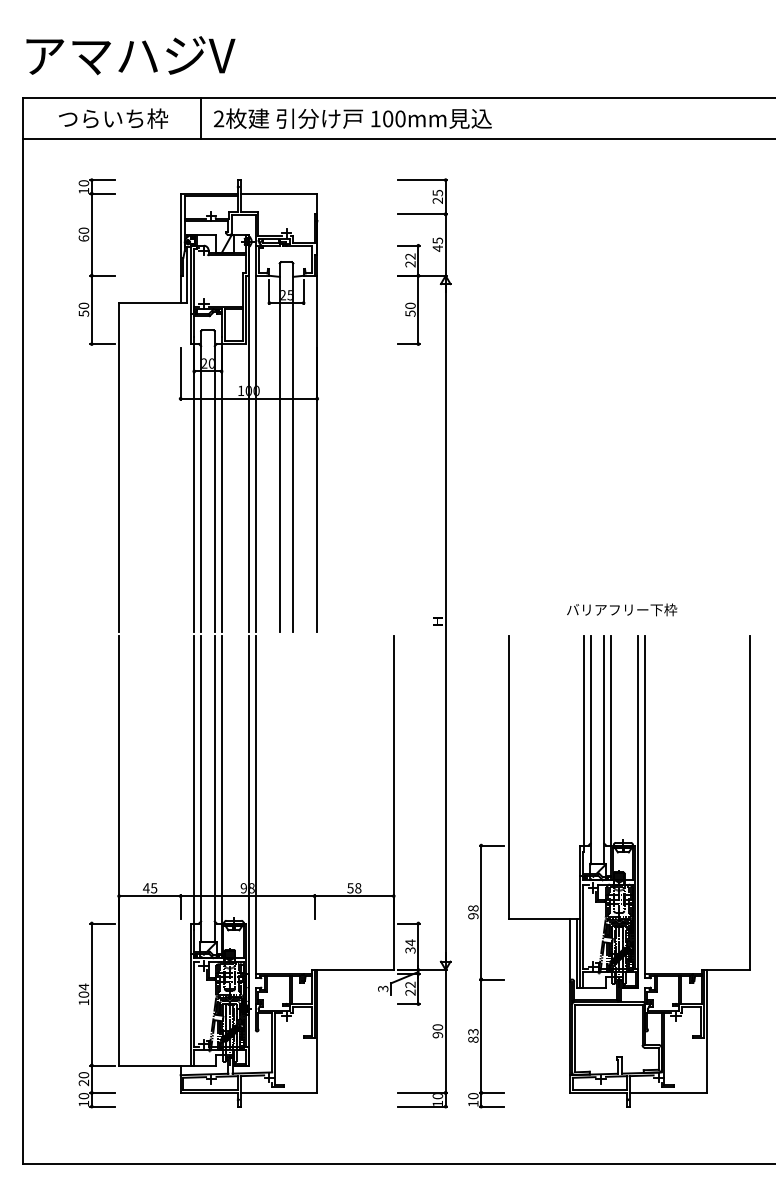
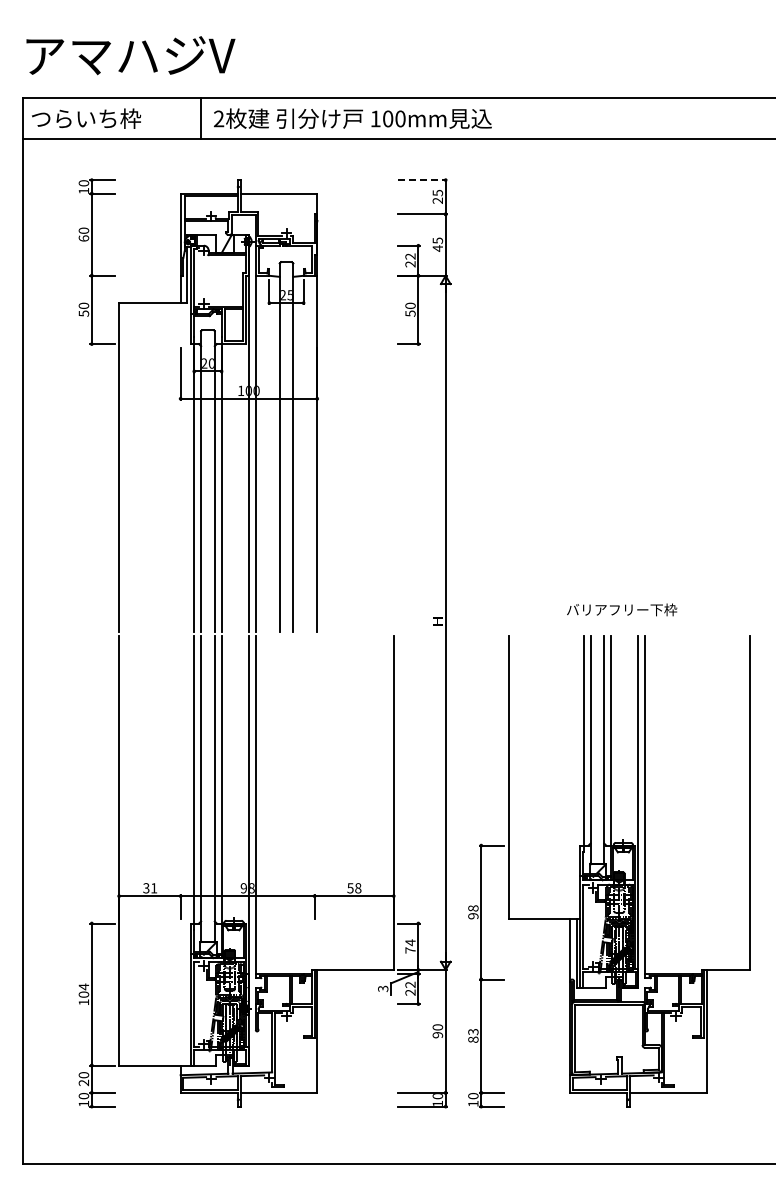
text at (113, 118) position: (113, 118) -> (86, 118)
line at (422, 180): solid -> dashed
text at (149, 888): 45 -> 31
text at (410, 950): 34 -> 74
